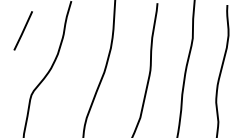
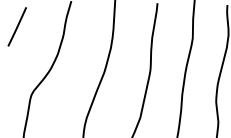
line at (22, 30) position: (22, 30) -> (16, 26)
